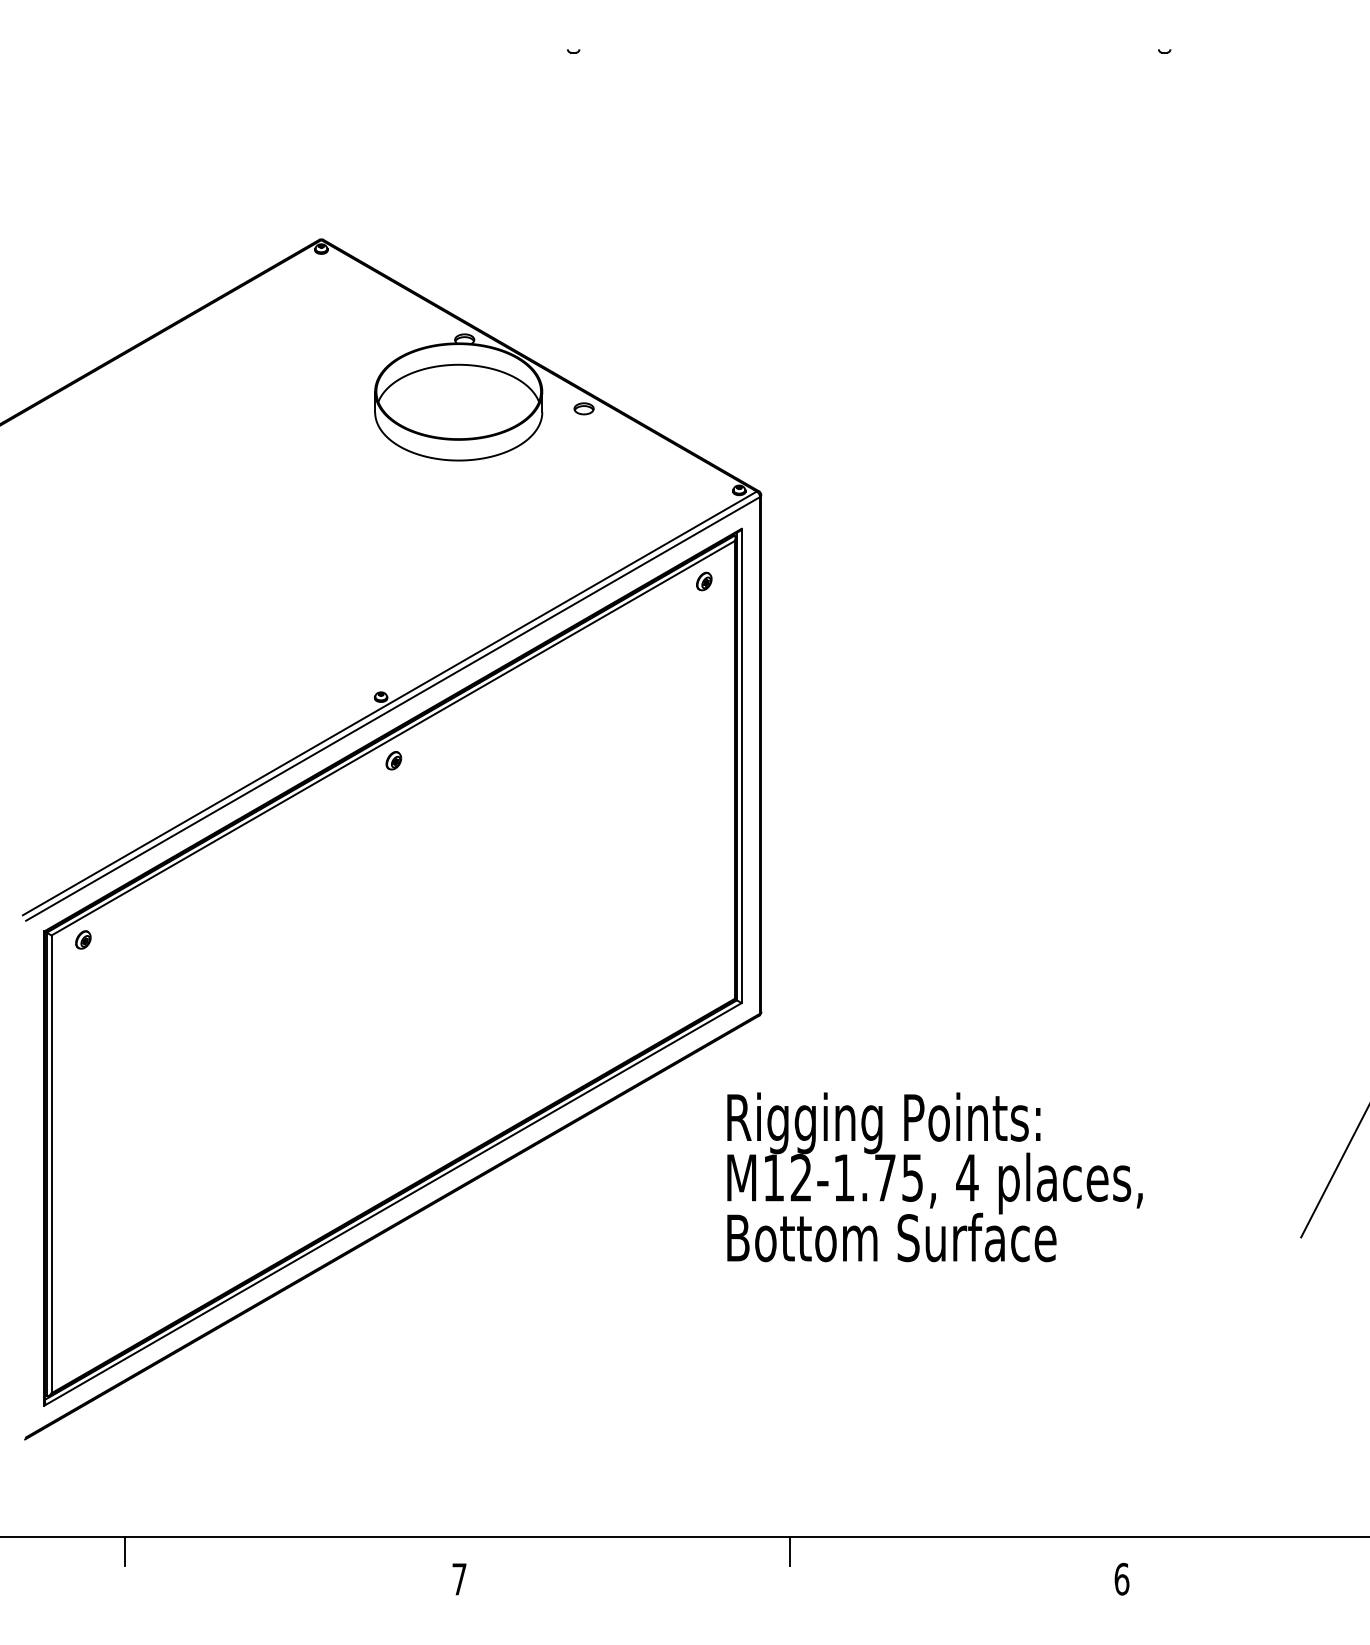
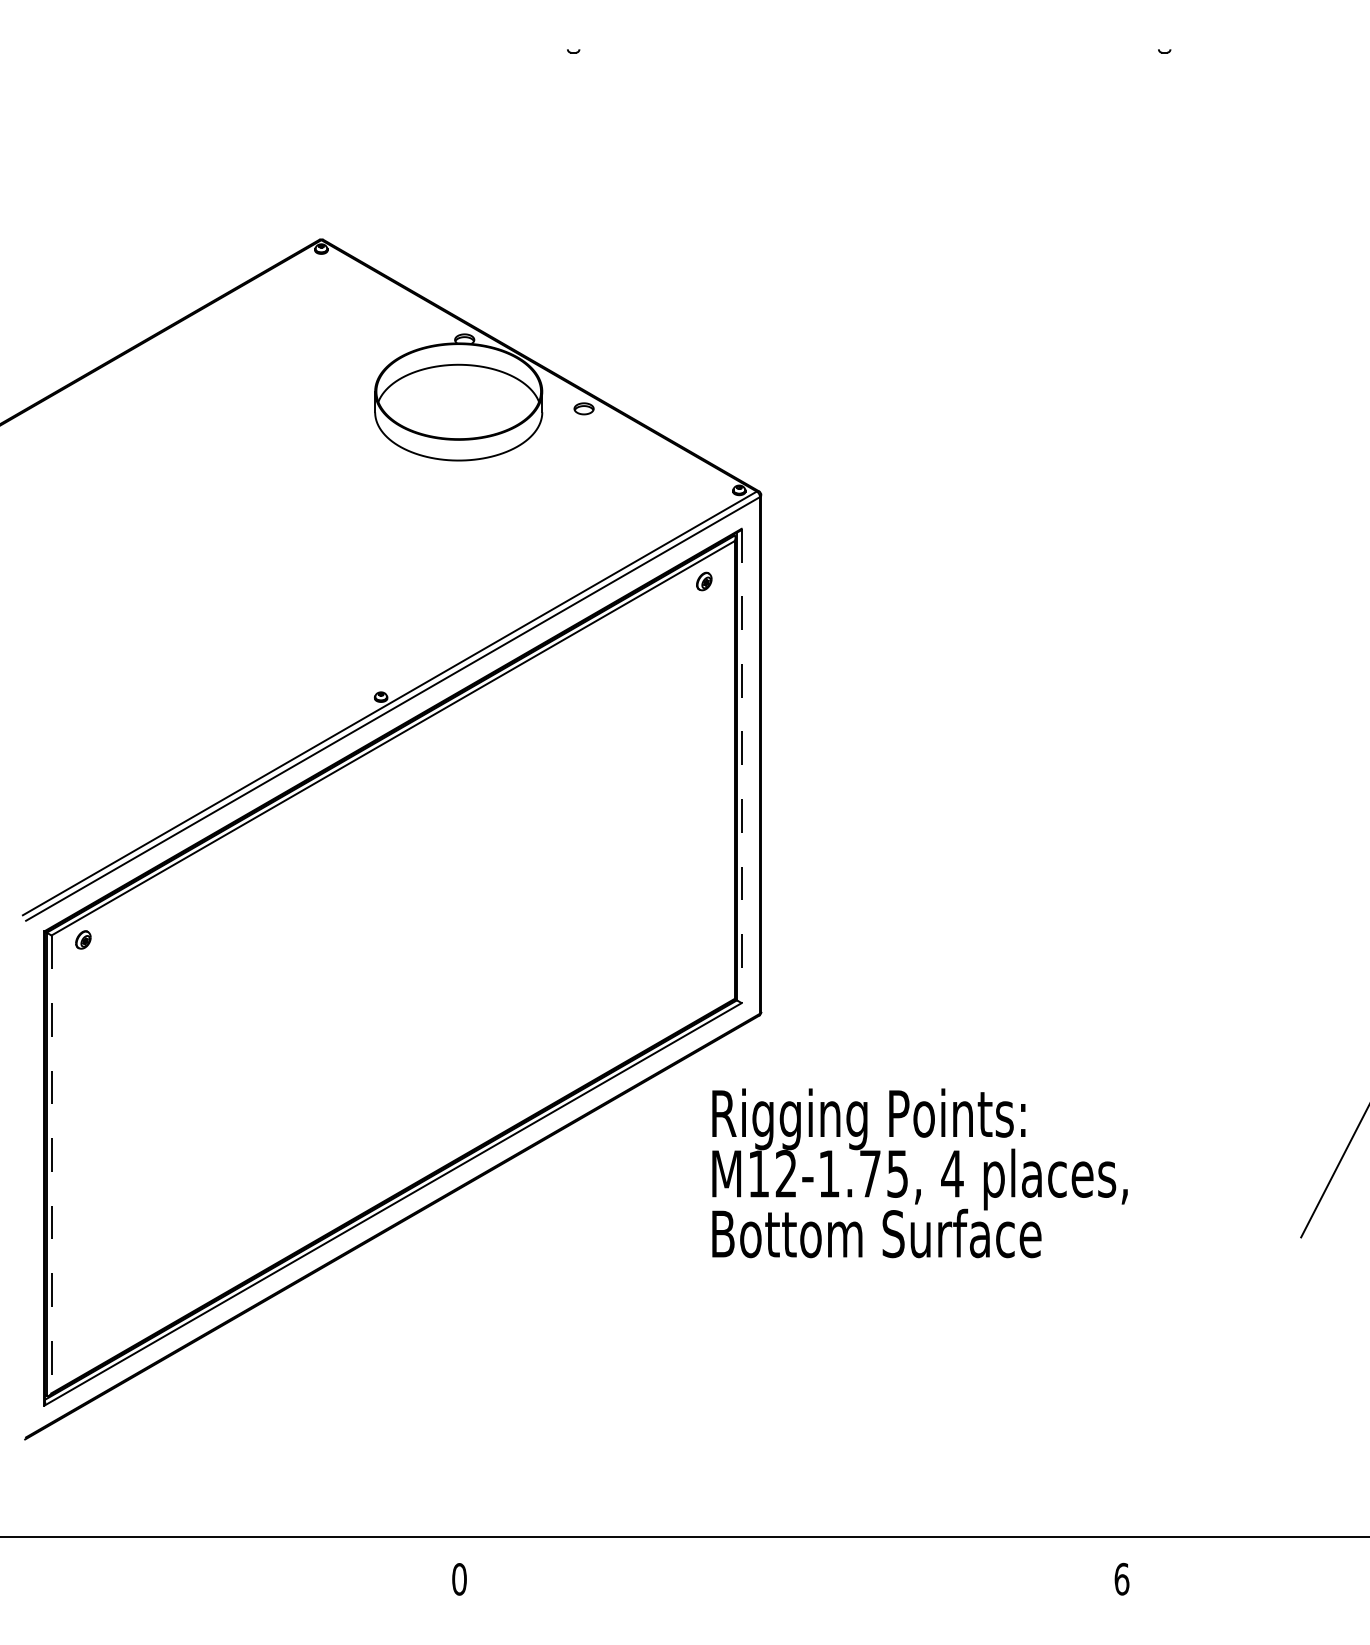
part at (393, 760): present -> none
line at (741, 766): solid -> dashed
line at (51, 1164): solid -> dashed
text at (934, 1177) position: (934, 1177) -> (919, 1173)
line at (125, 1550): present -> none
line at (790, 1550): present -> none
text at (459, 1579): 7 -> 0
